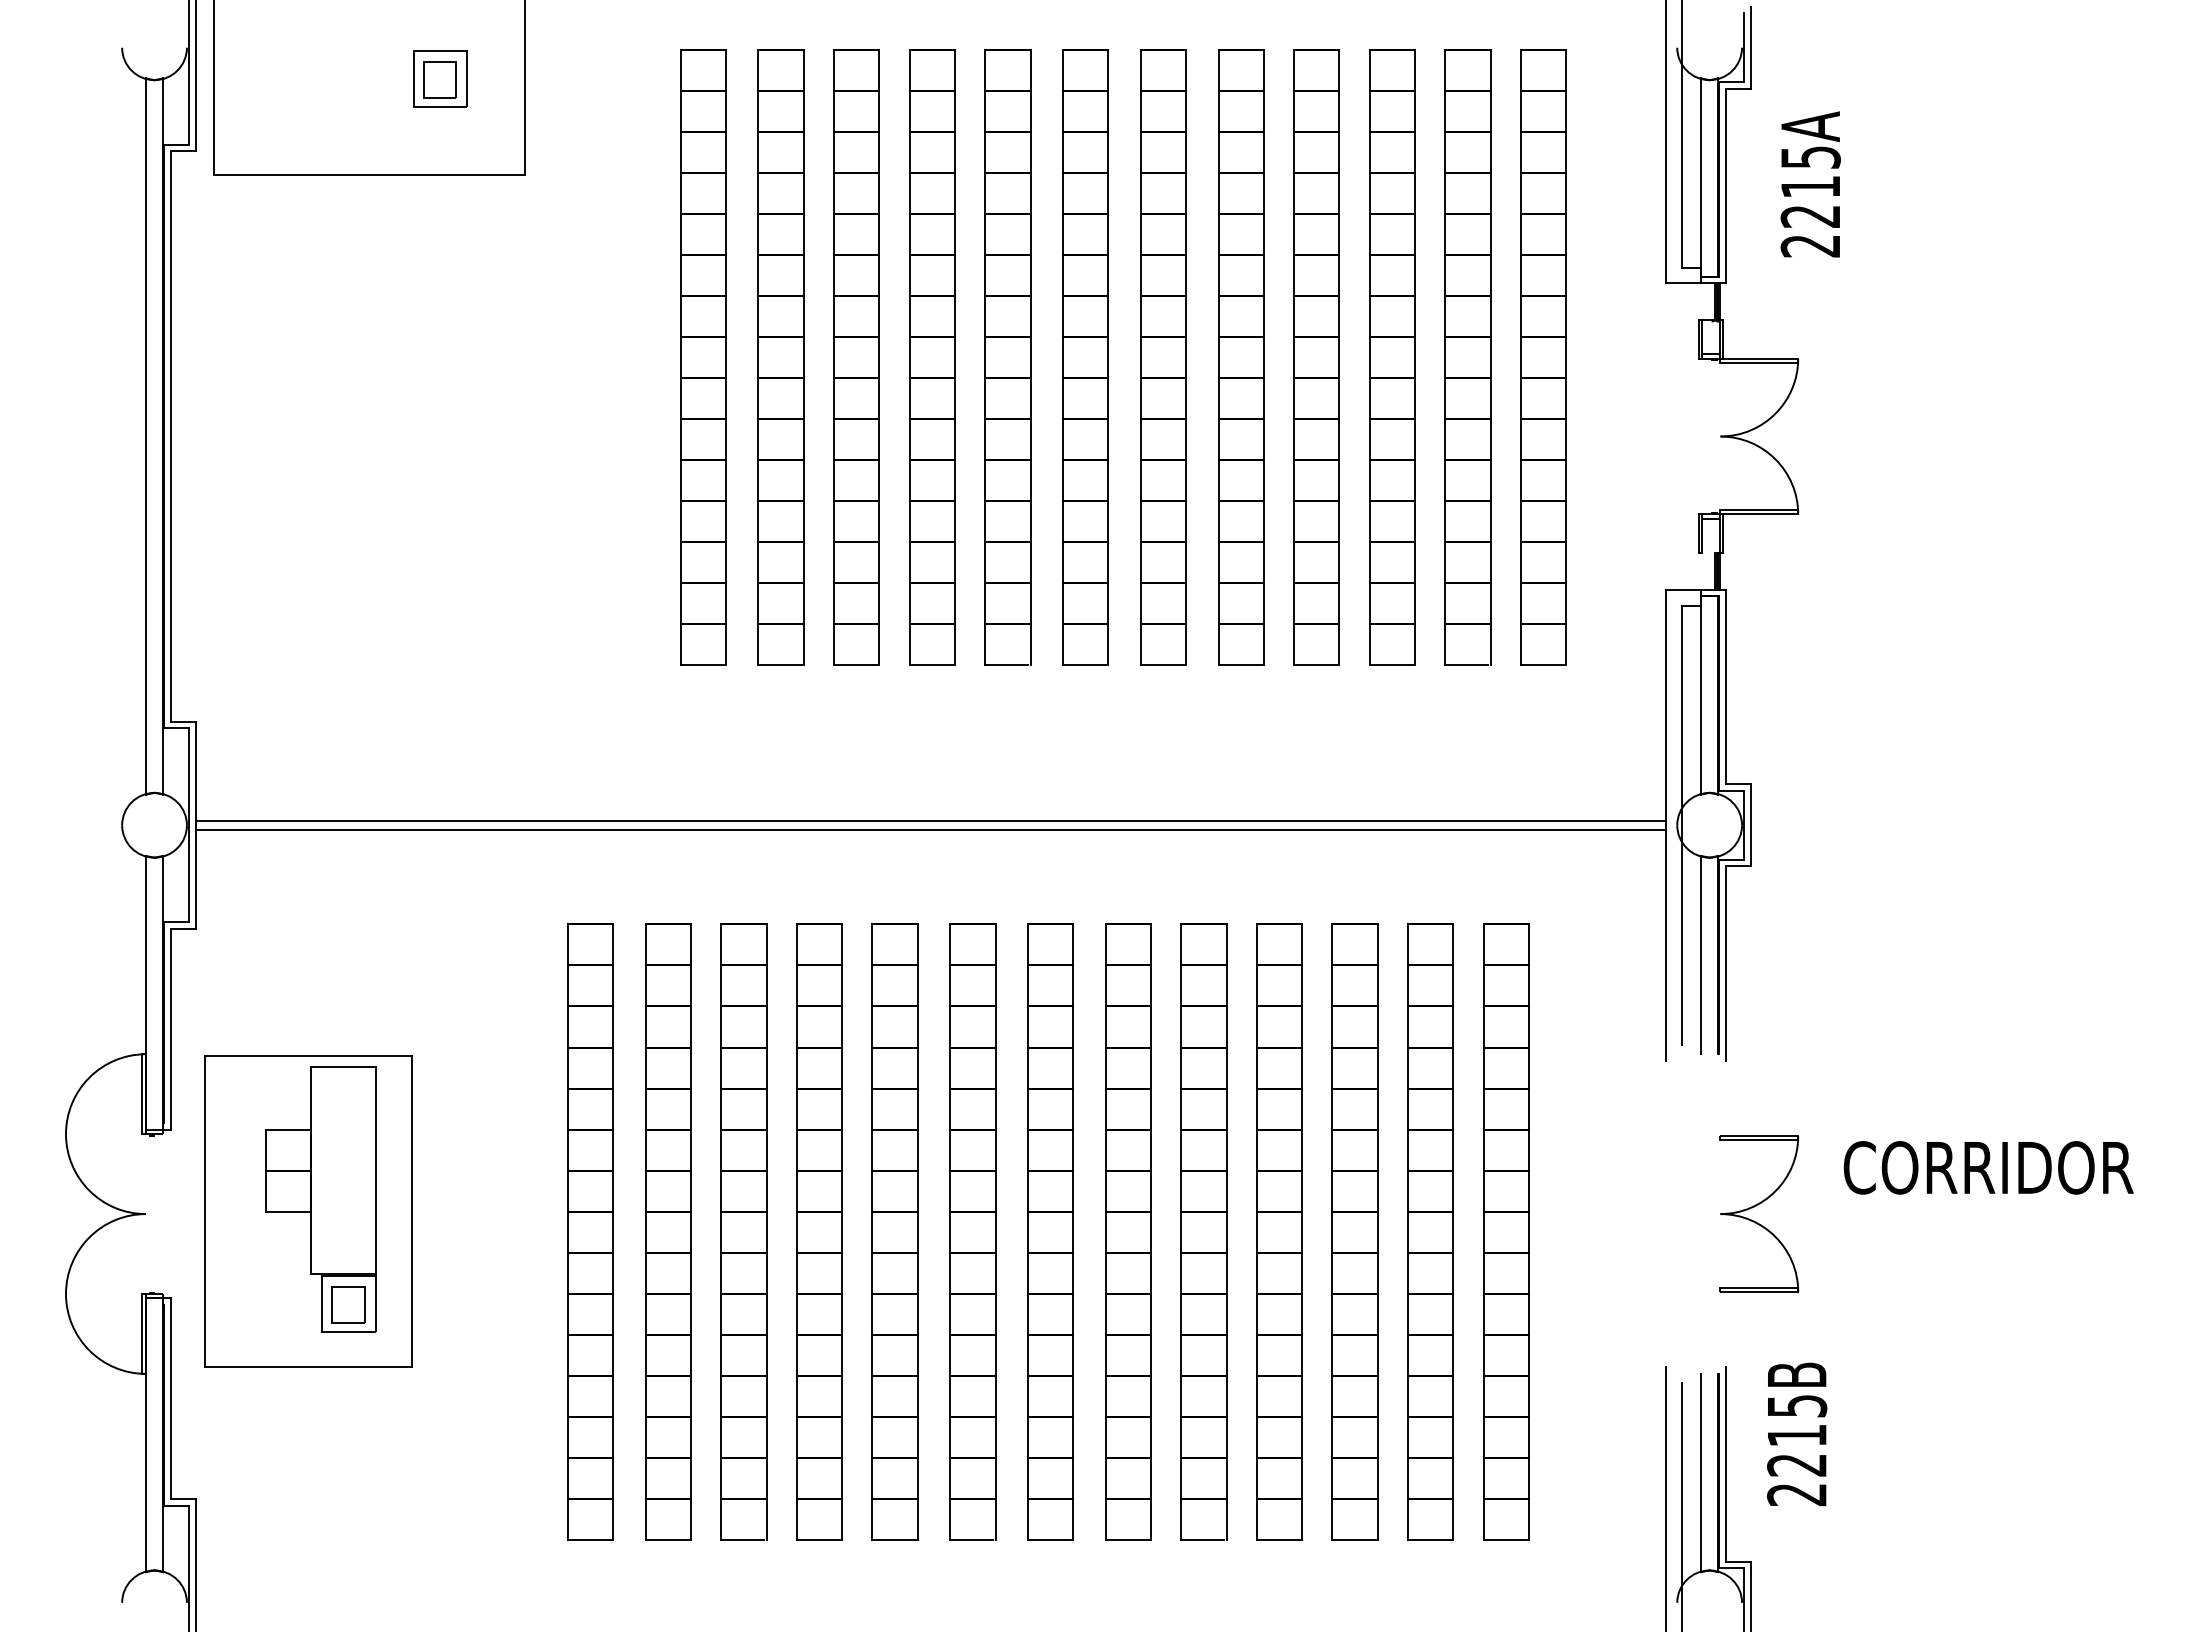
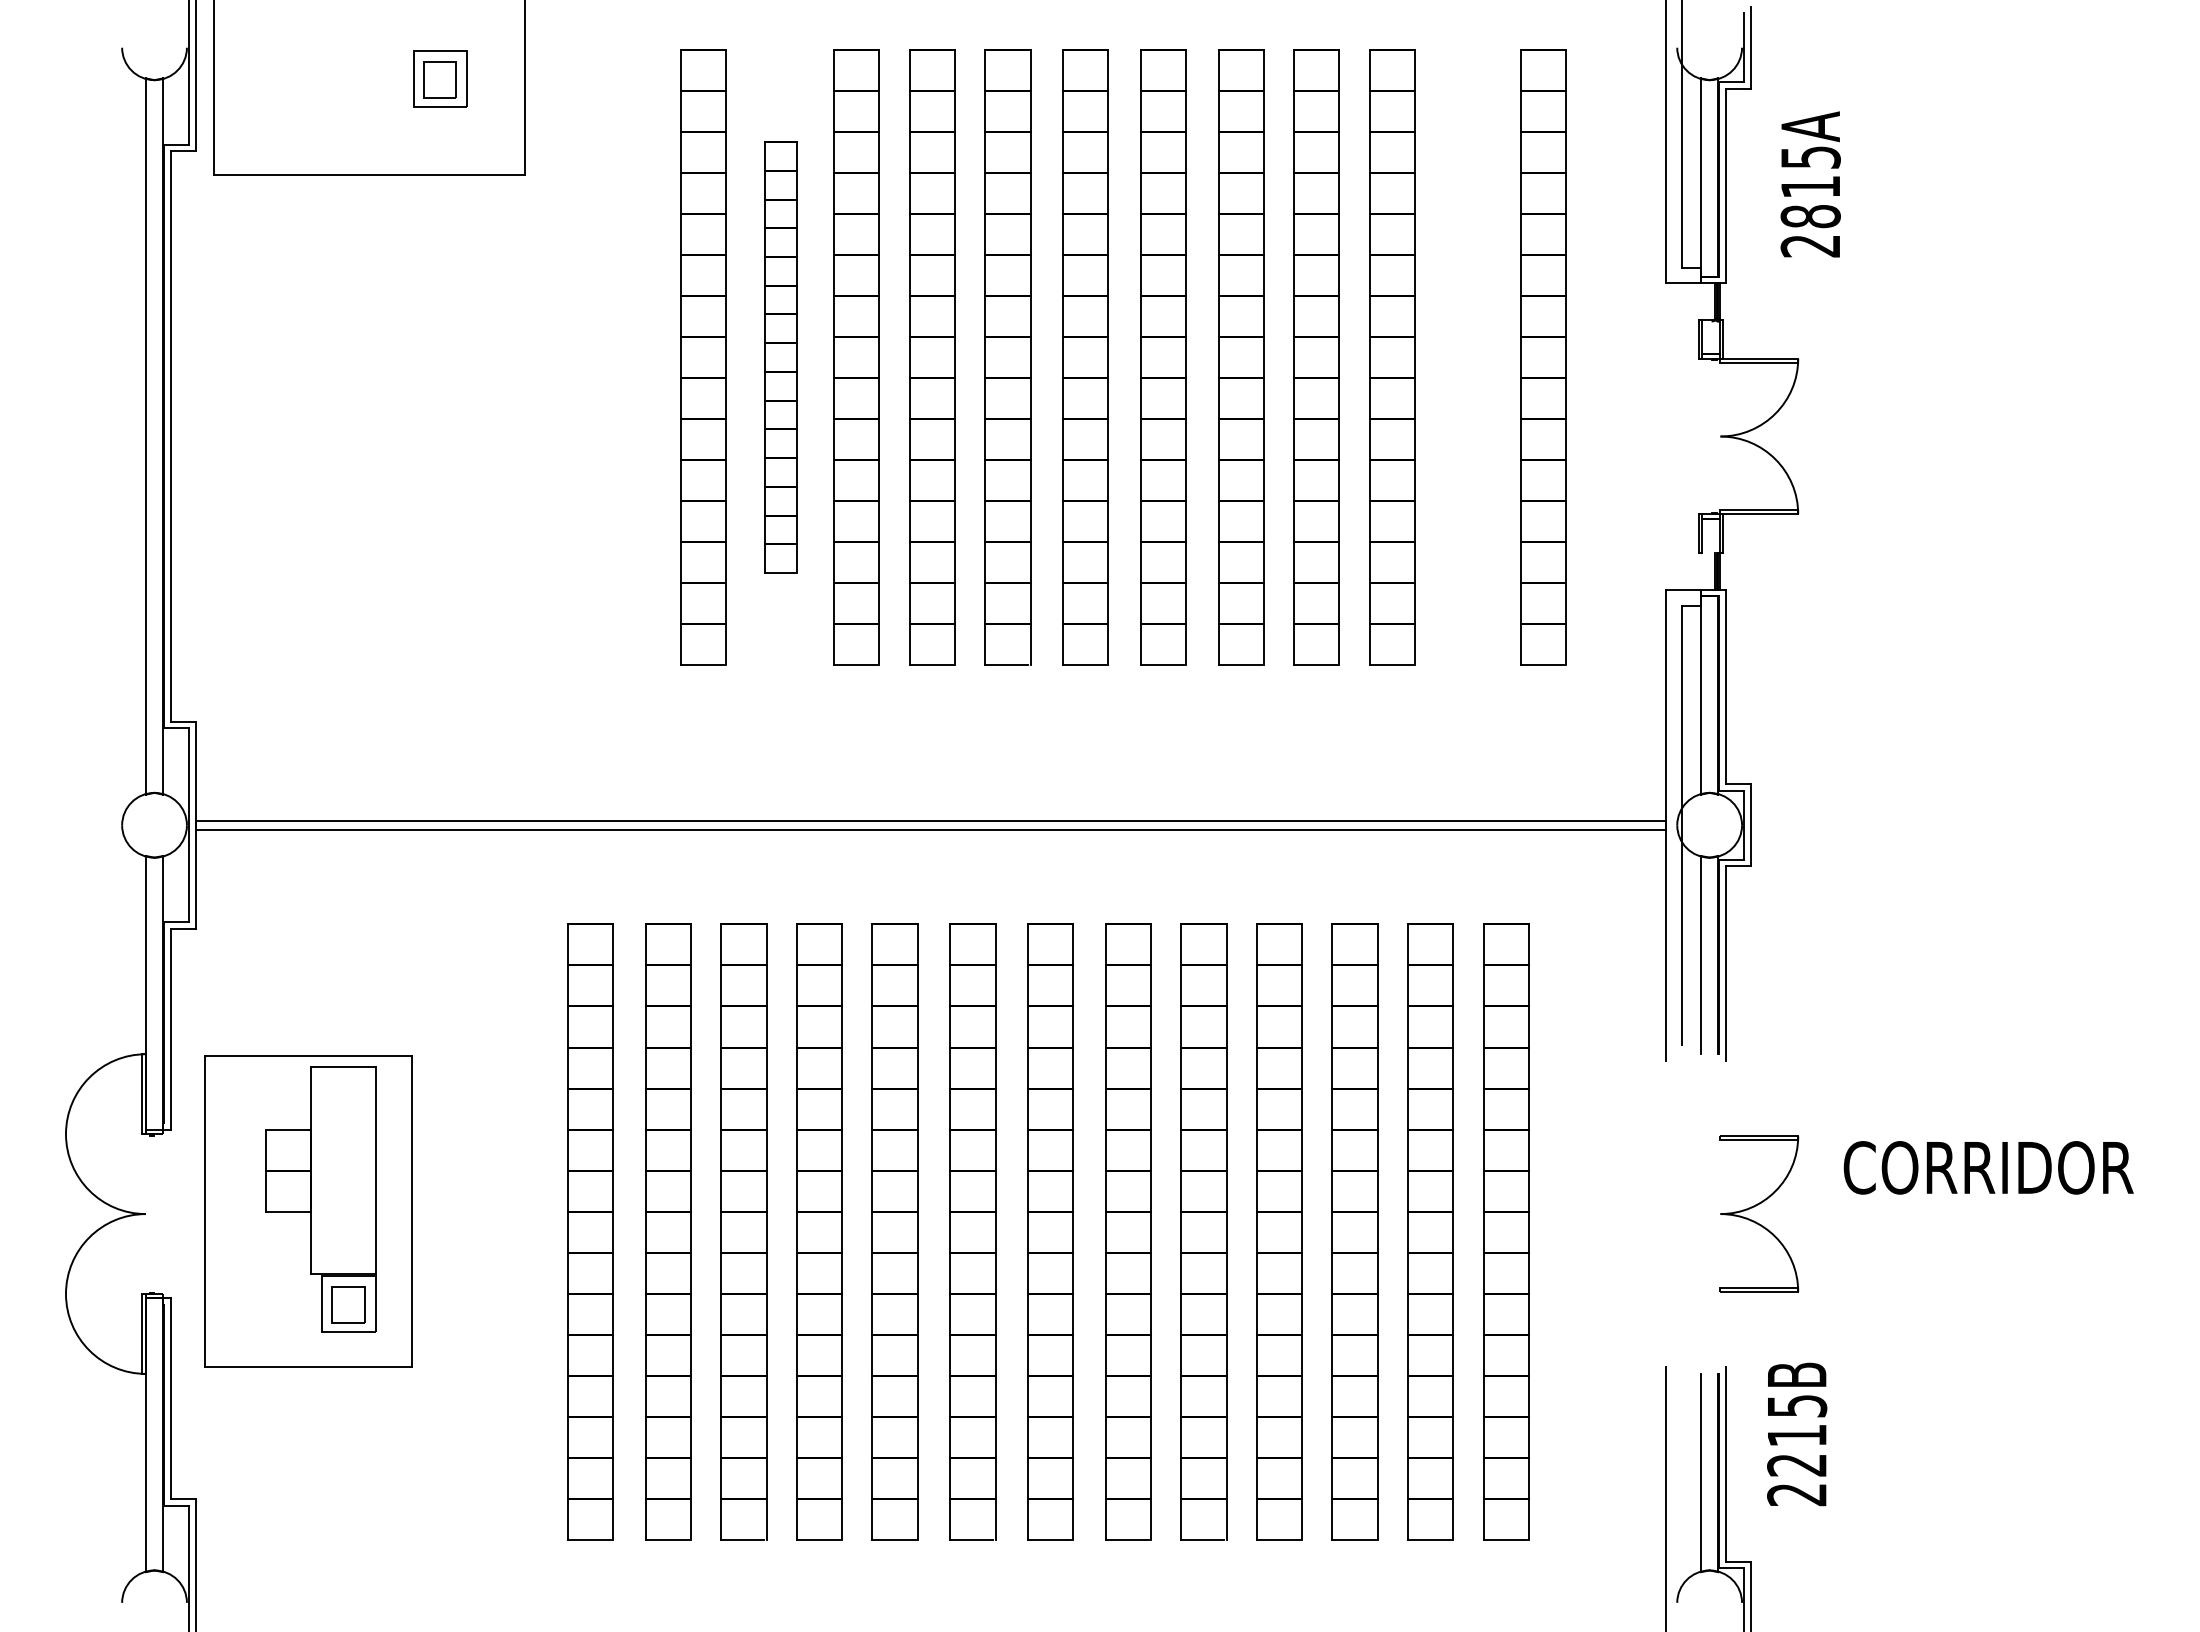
text at (1810, 216): 2215A -> 2815A
part at (780, 357) size: 48x617 px -> 34x433 px
part at (1467, 357): present -> none
line at (1682, 1505): present -> none
